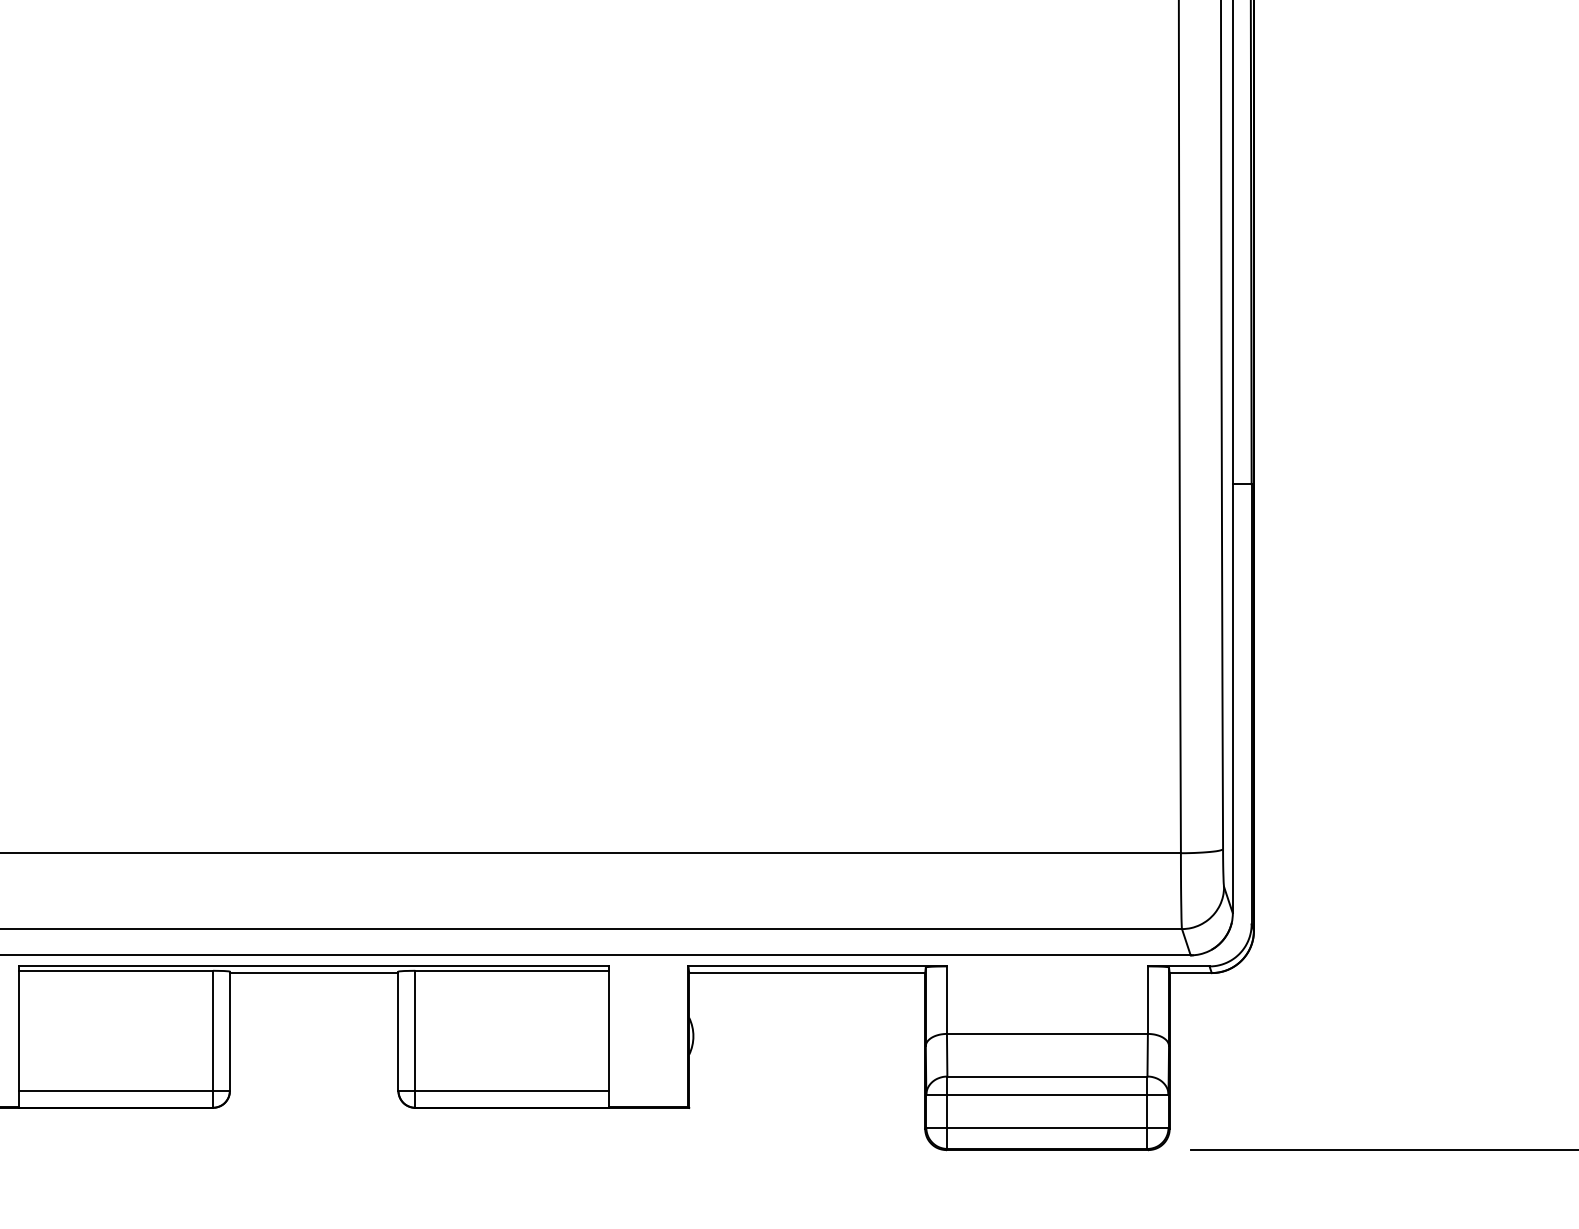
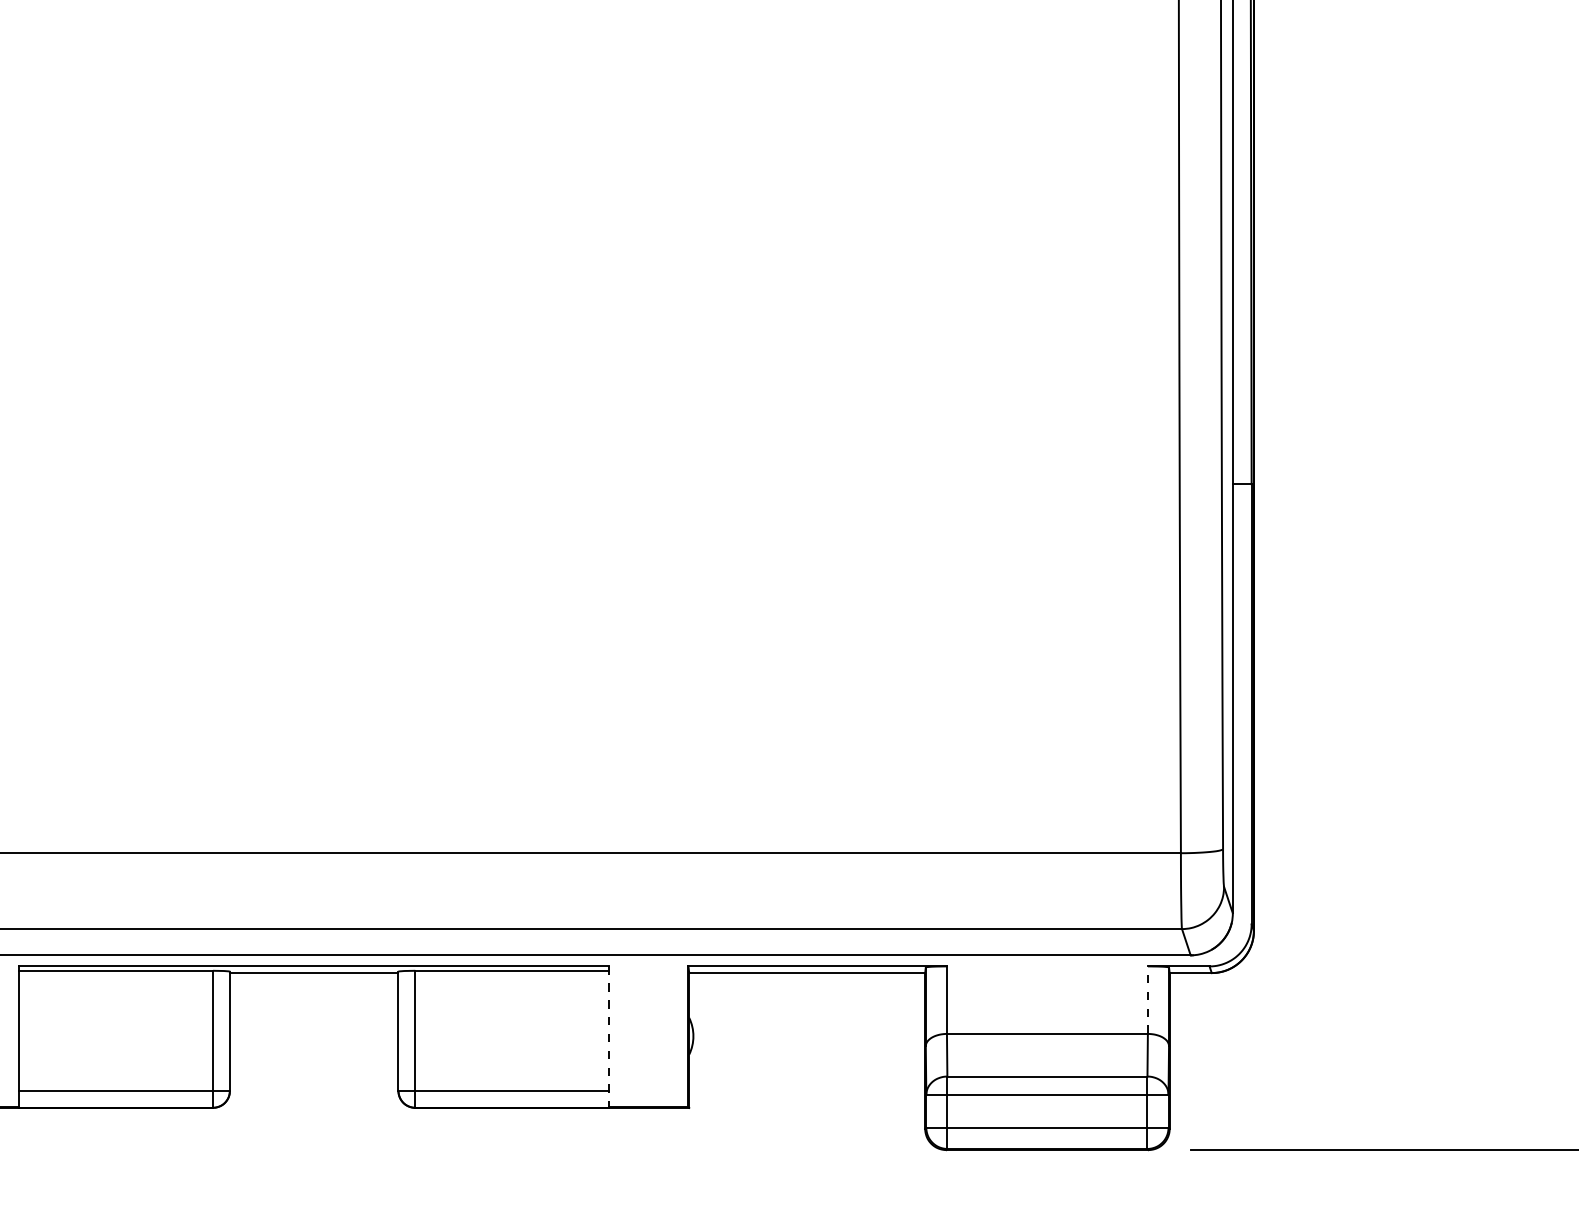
line at (1147, 1000): solid -> dashed
line at (609, 1037): solid -> dashed
